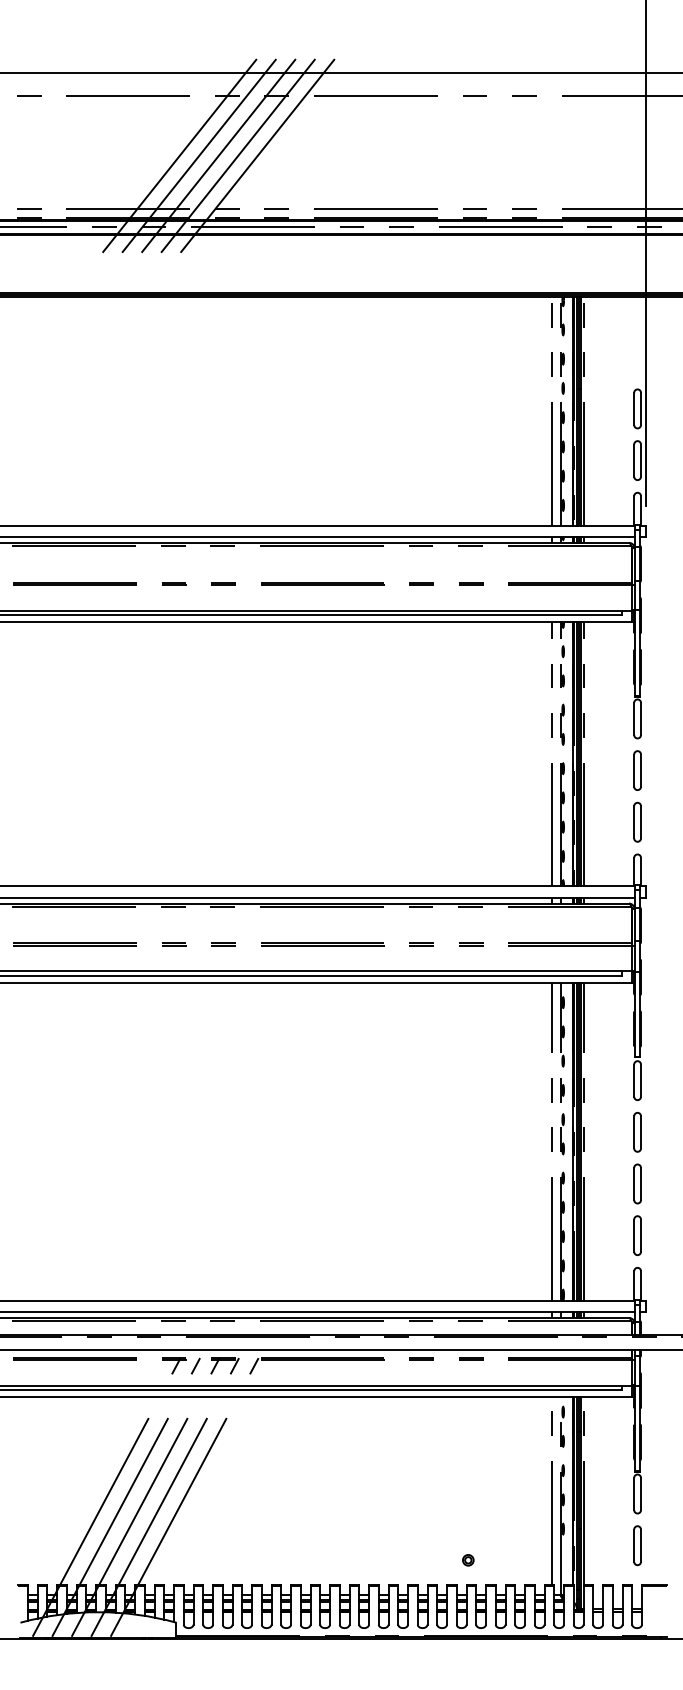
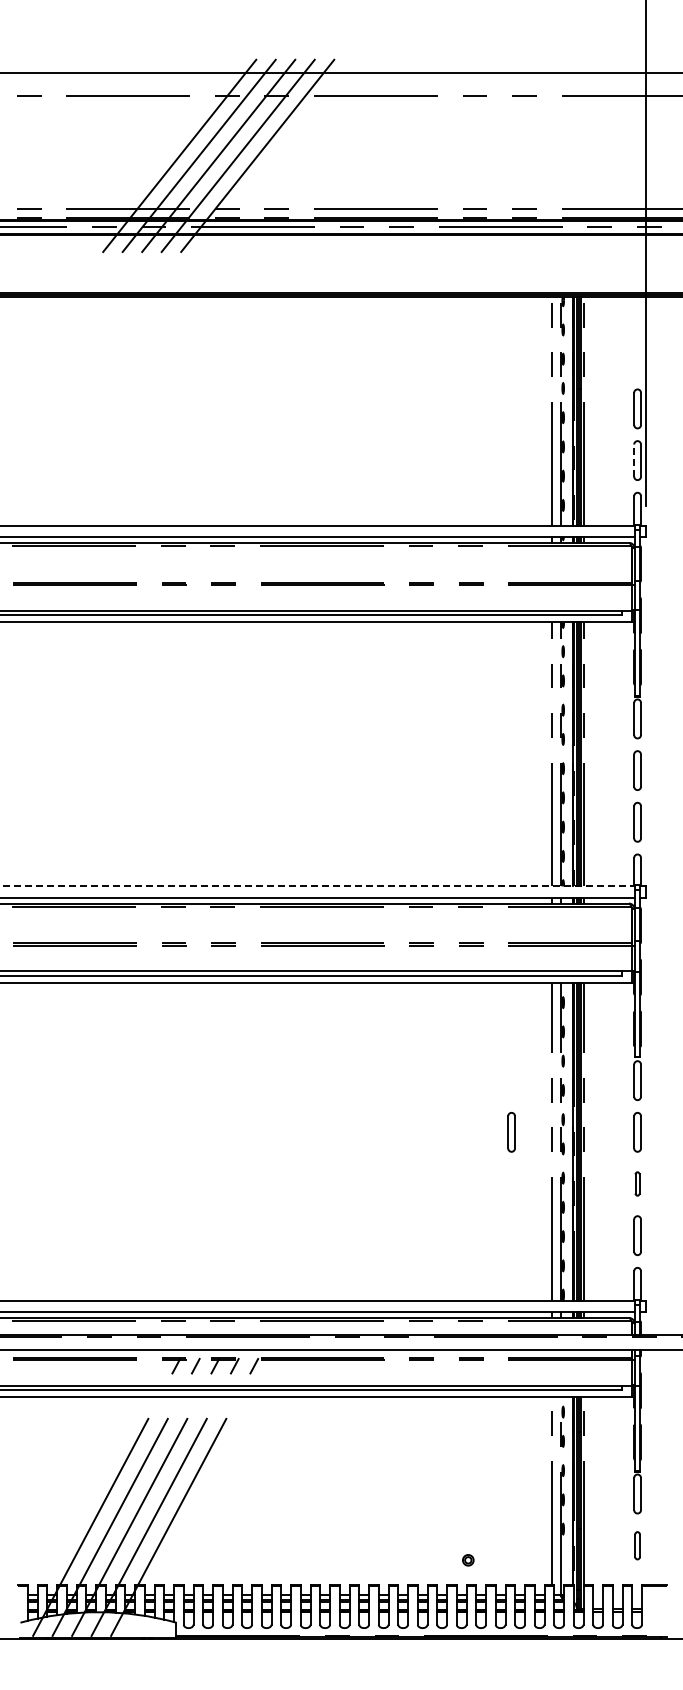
line at (634, 460): solid -> dashed
line at (317, 886): solid -> dashed
part at (511, 1132): none -> present
part at (637, 1183) size: 9x42 px -> 7x26 px
part at (637, 1545) size: 9x42 px -> 7x30 px
